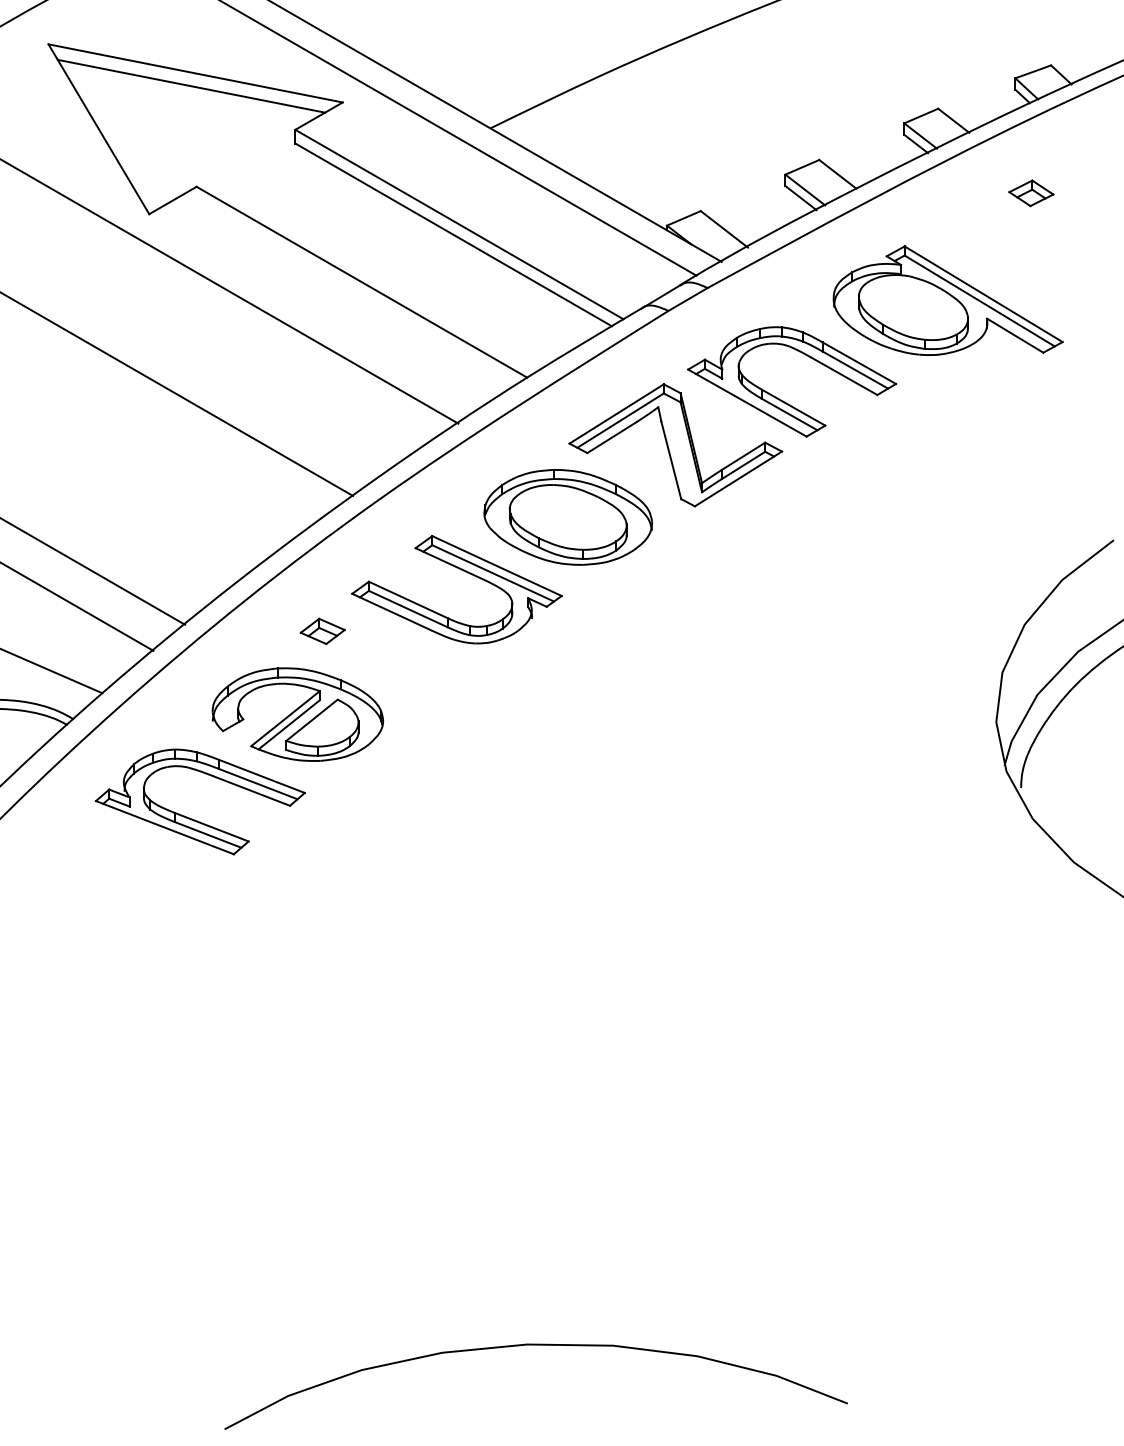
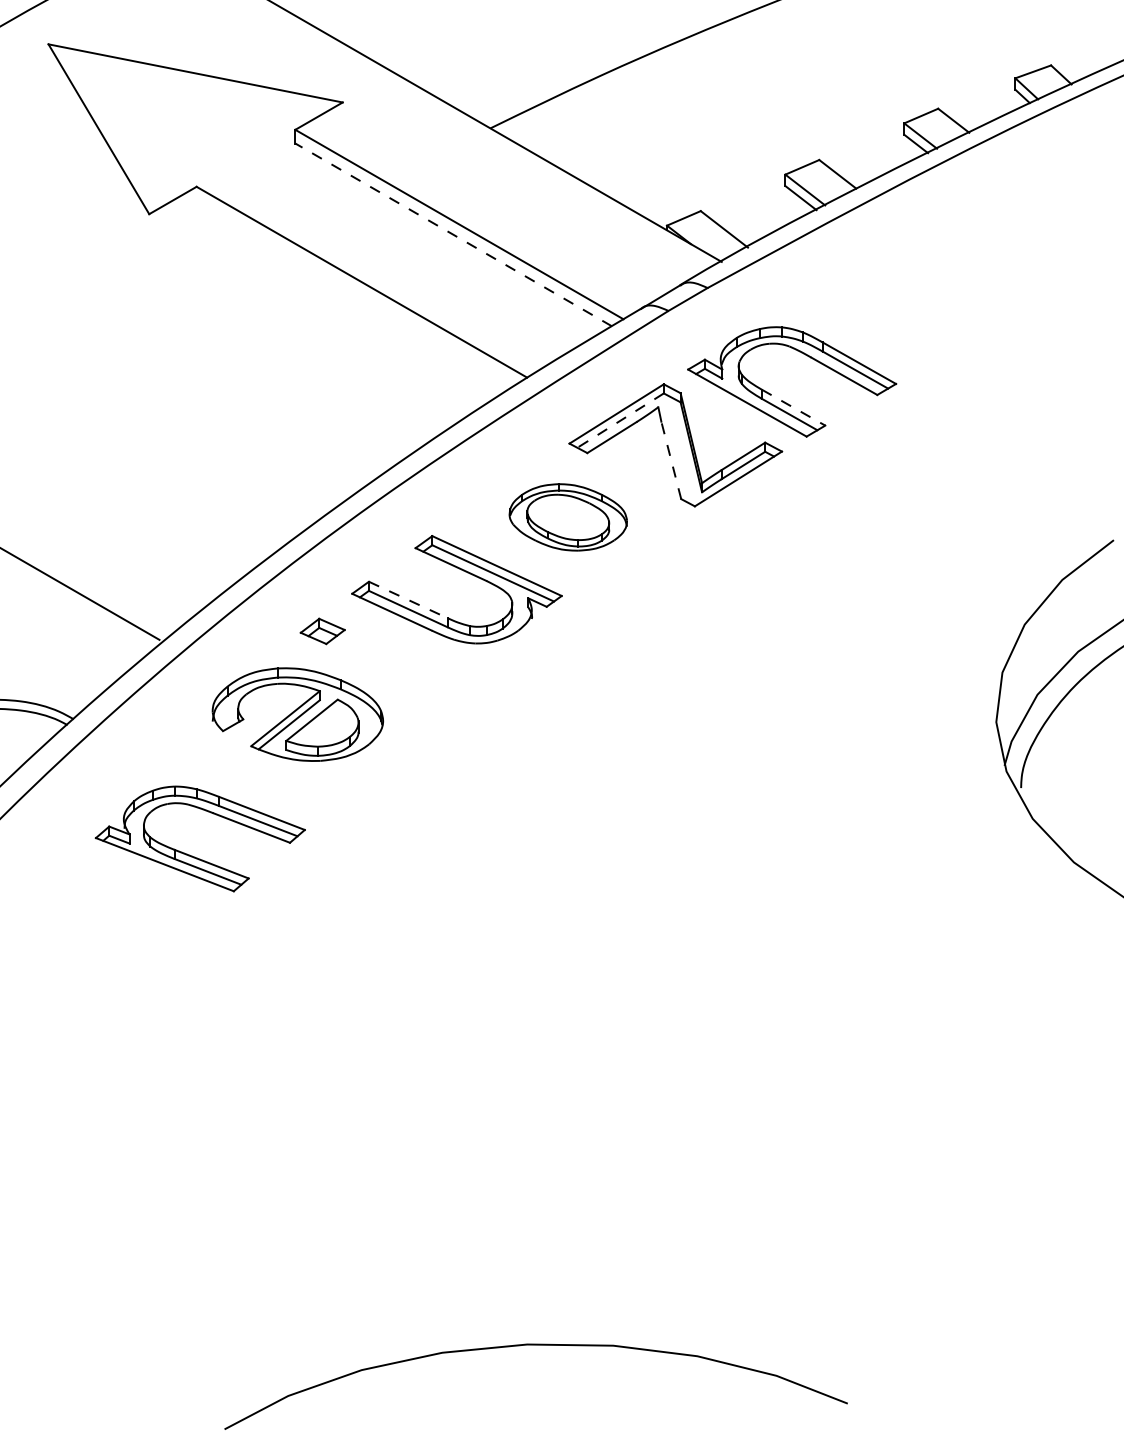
line at (191, 85): present -> none
line at (459, 138): present -> none
part at (1031, 193): present -> none
line at (453, 234): solid -> dashed
line at (230, 291): present -> none
part at (947, 300): present -> none
line at (177, 394): present -> none
line at (794, 407): solid -> dashed
line at (620, 420): solid -> dashed
line at (671, 460): solid -> dashed
part at (568, 517) size: 171x97 px -> 120x69 px
line at (93, 571): present -> none
line at (408, 600): solid -> dashed
line at (77, 606) position: (77, 606) -> (80, 594)
line at (52, 671): present -> none
part at (192, 818) position: (192, 818) -> (192, 855)
